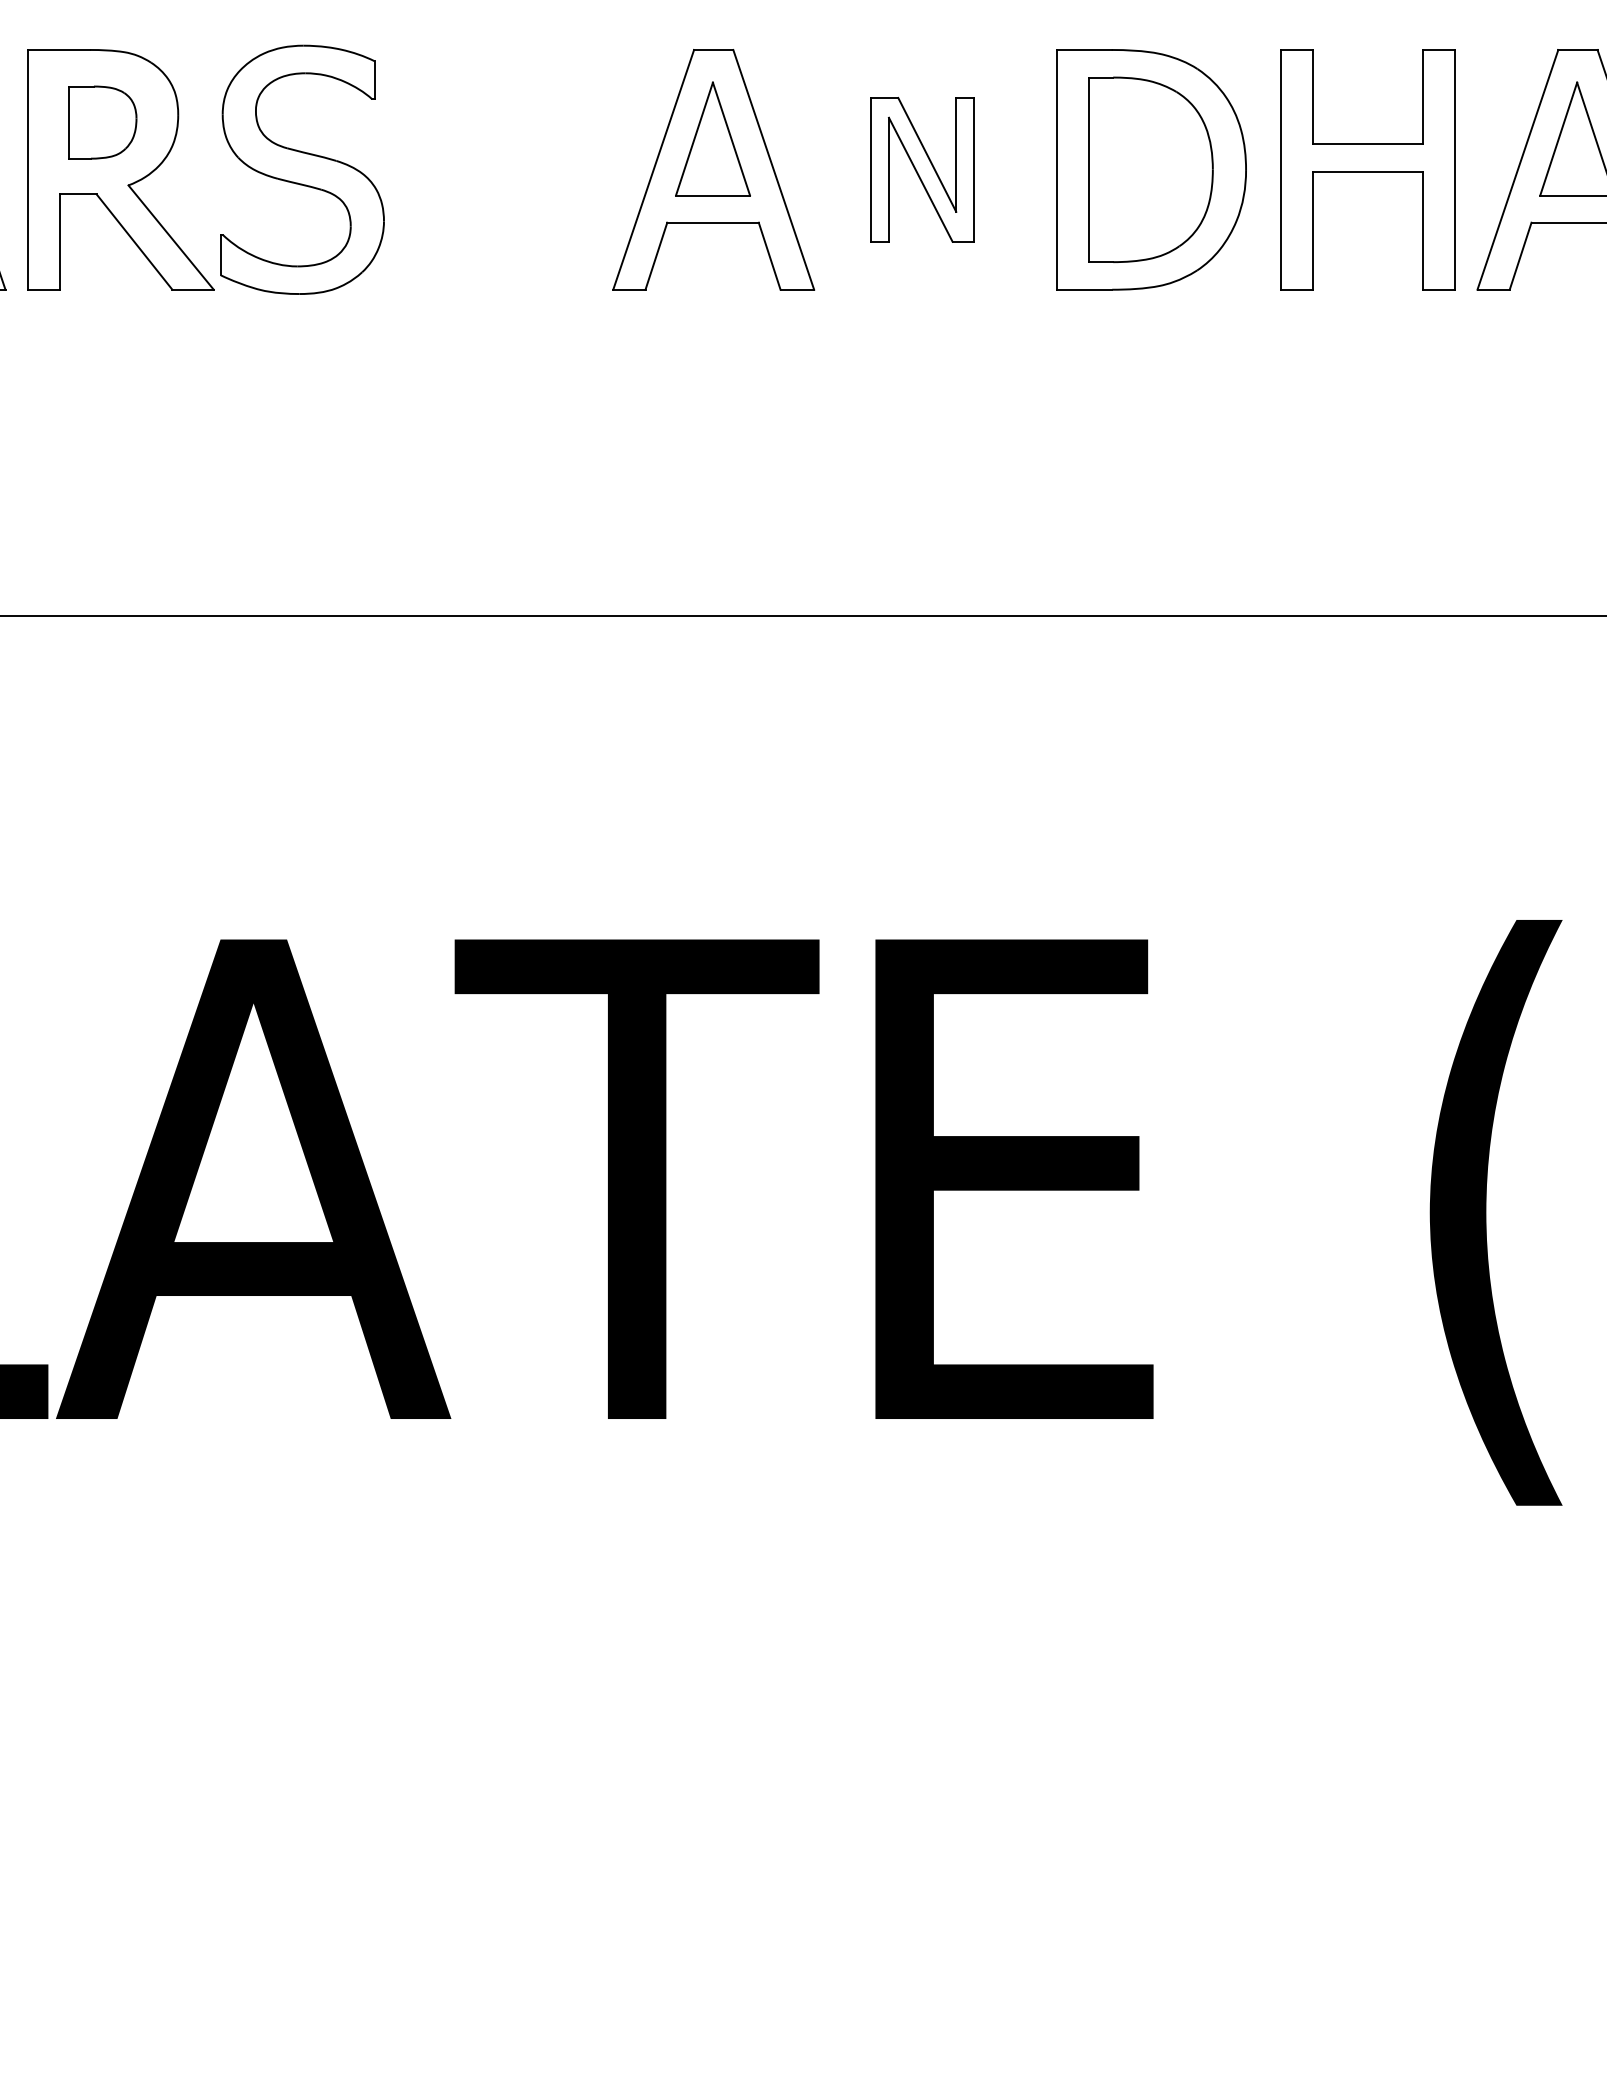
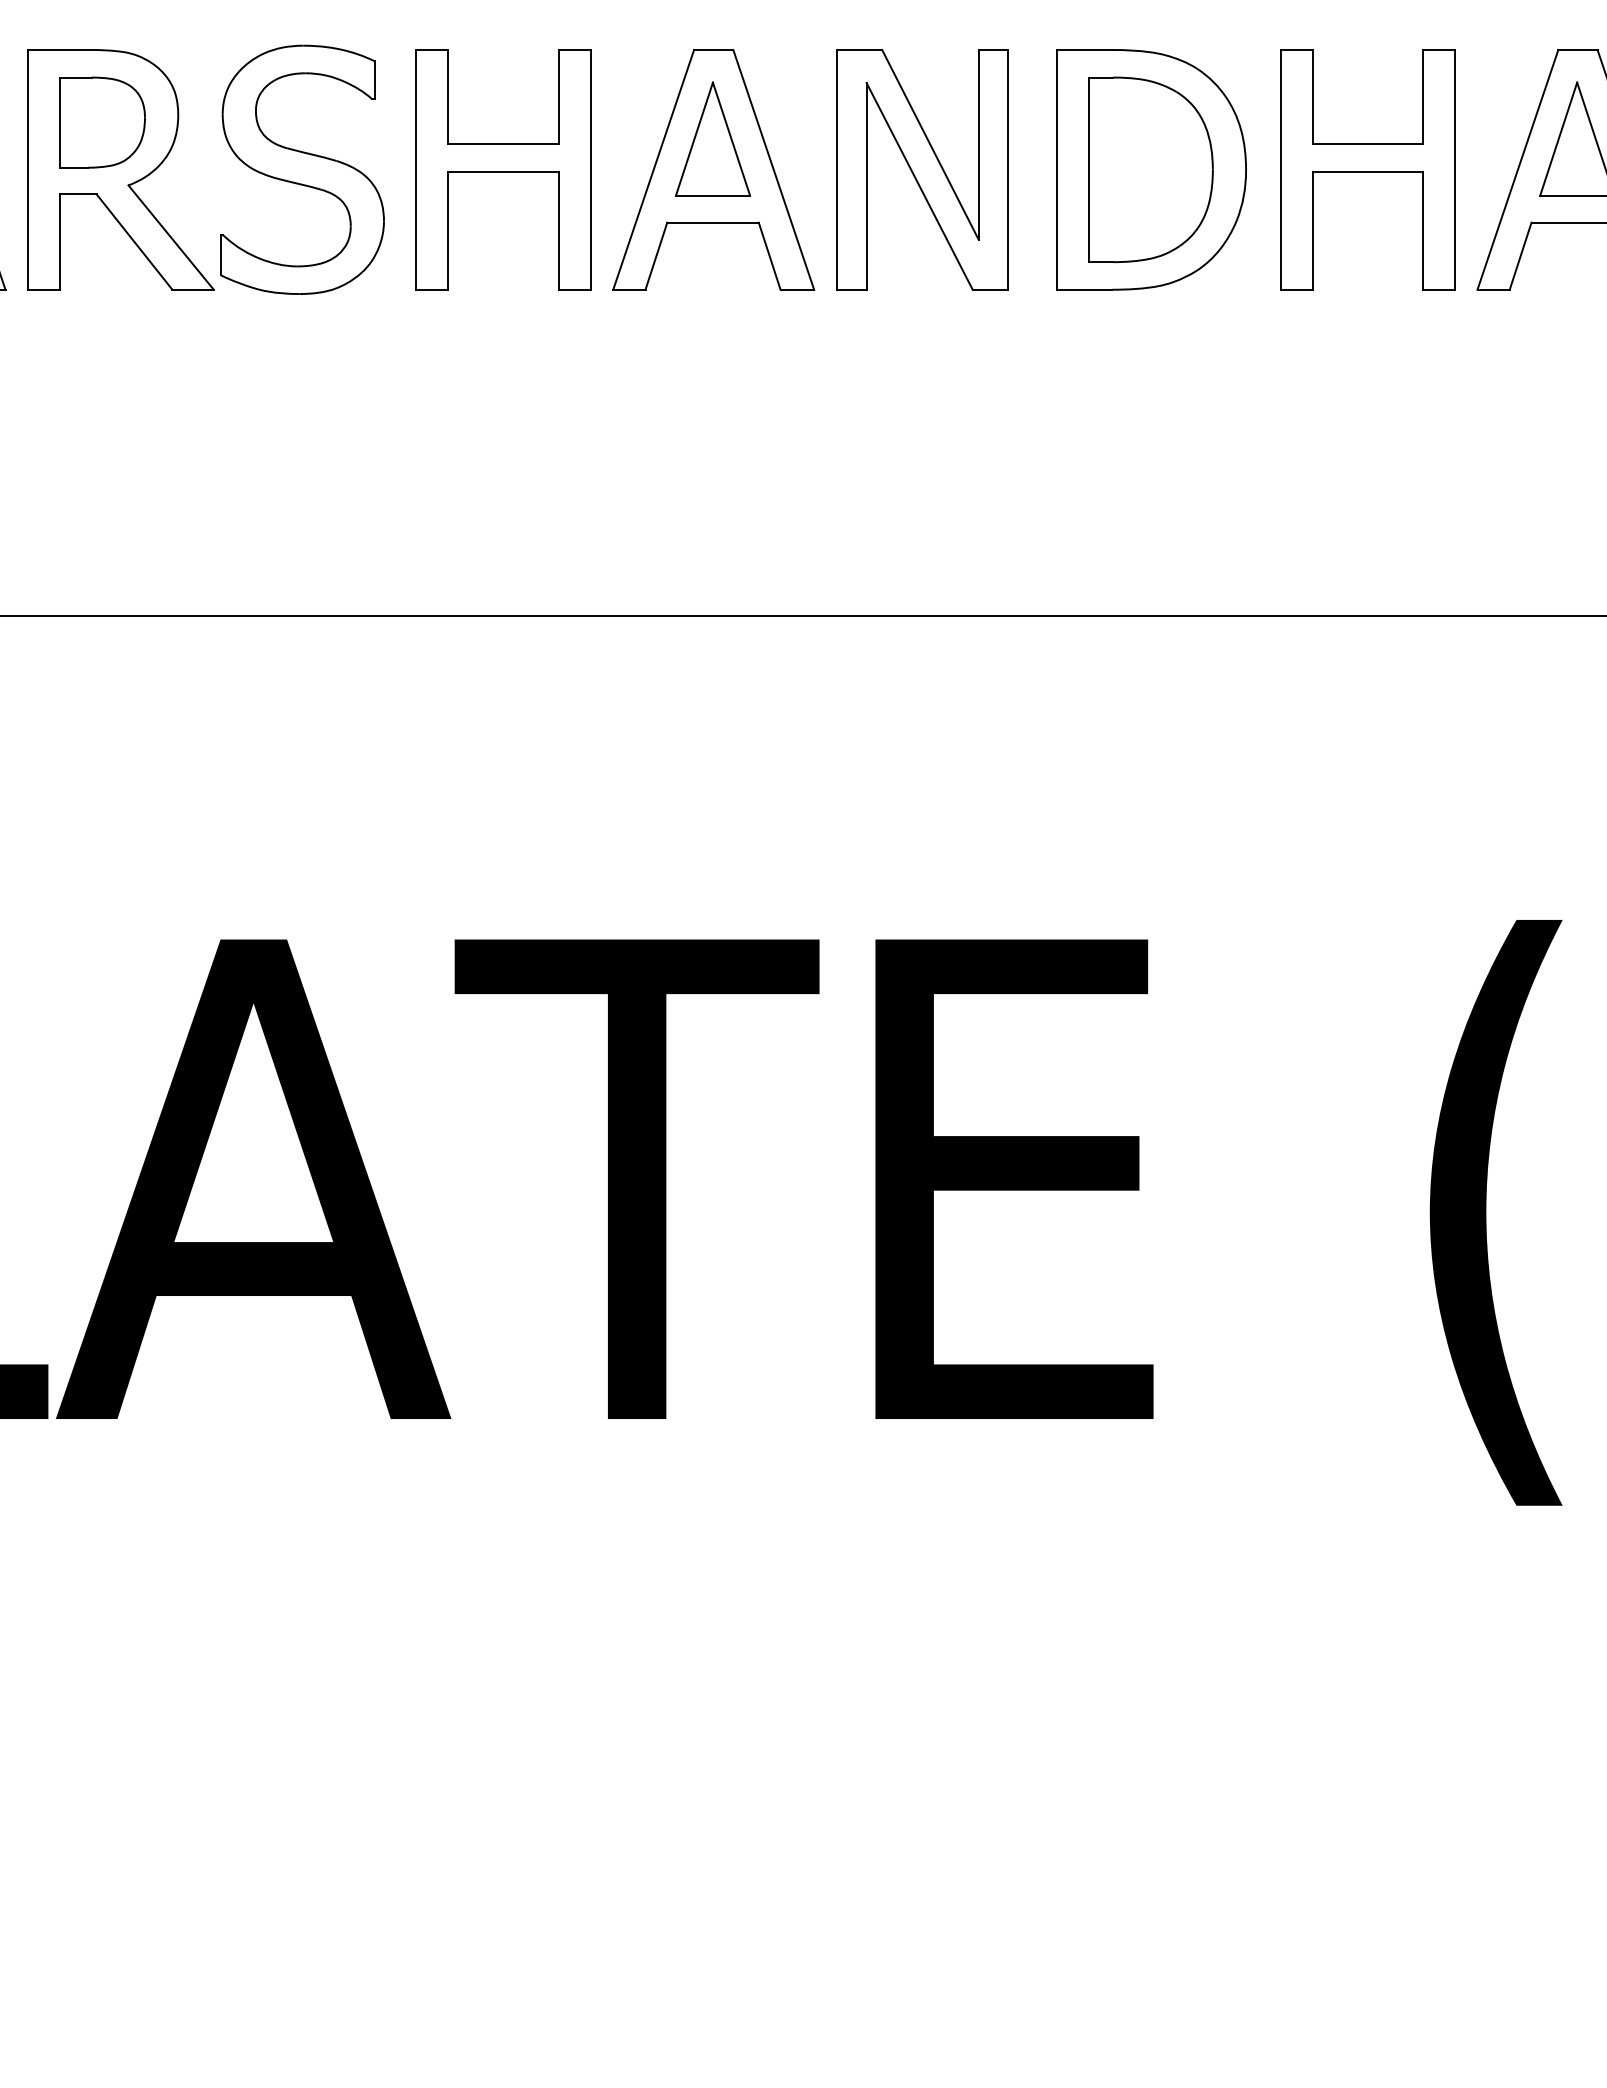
part at (102, 122) size: 70x75 px -> 87x93 px
part at (503, 169): none -> present
part at (922, 169) size: 105x146 px -> 173x242 px
